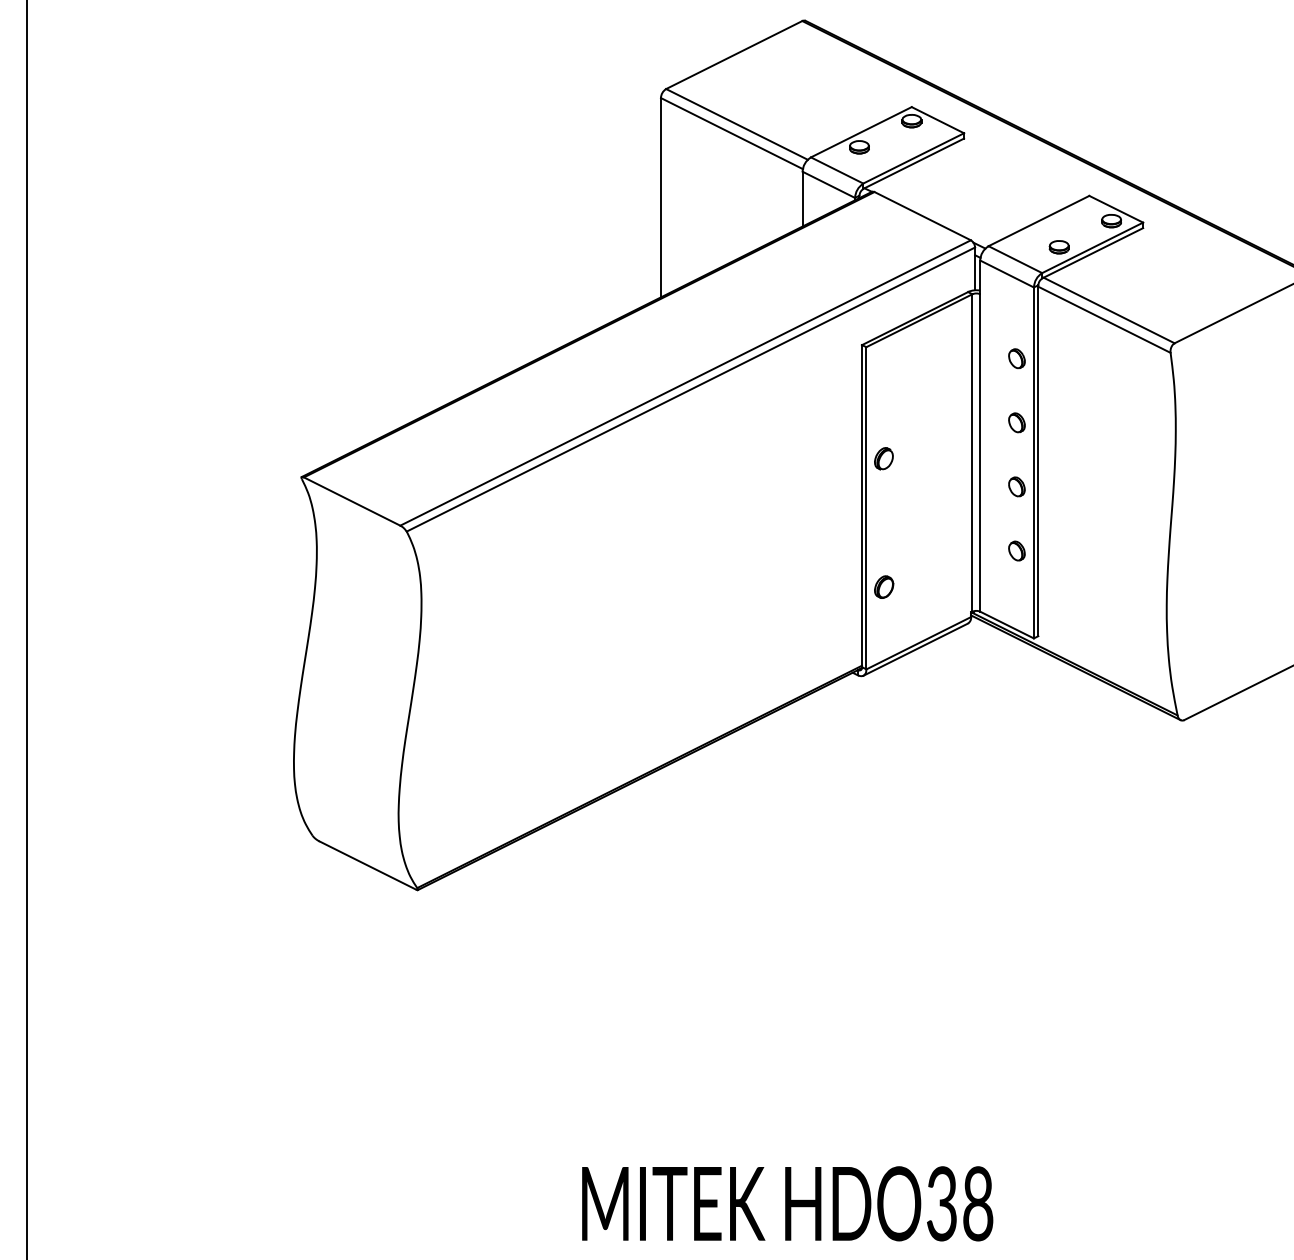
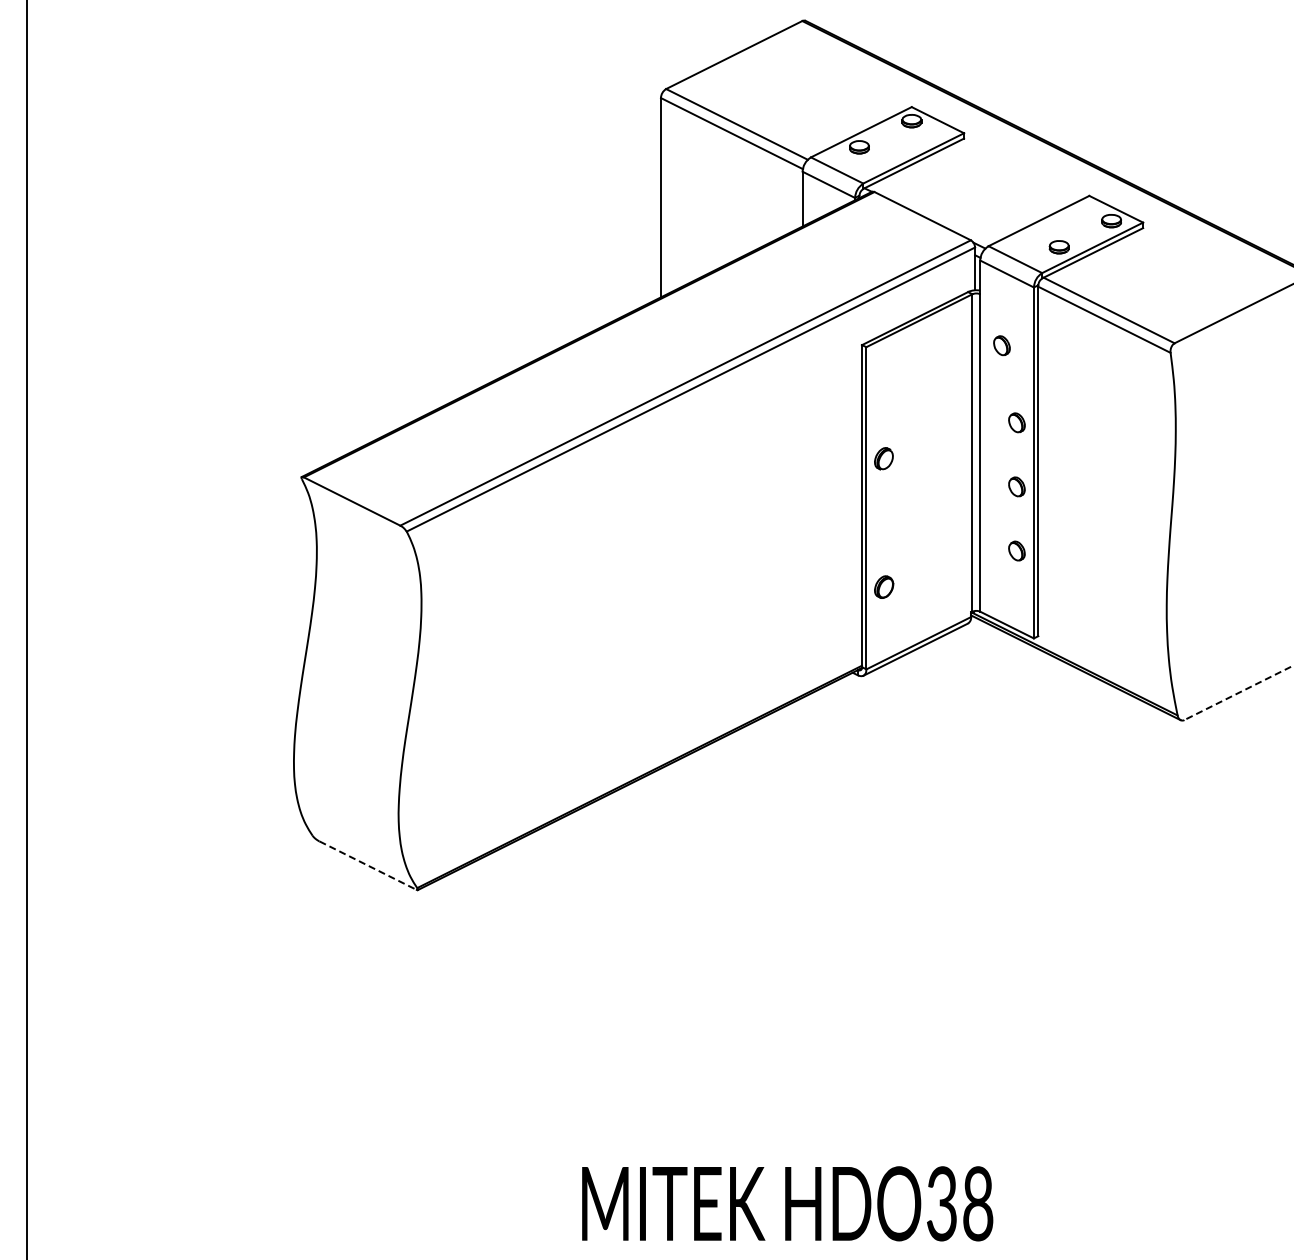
part at (1016, 358) position: (1016, 358) -> (1001, 345)
line at (1238, 692): solid -> dashed
line at (367, 865): solid -> dashed
